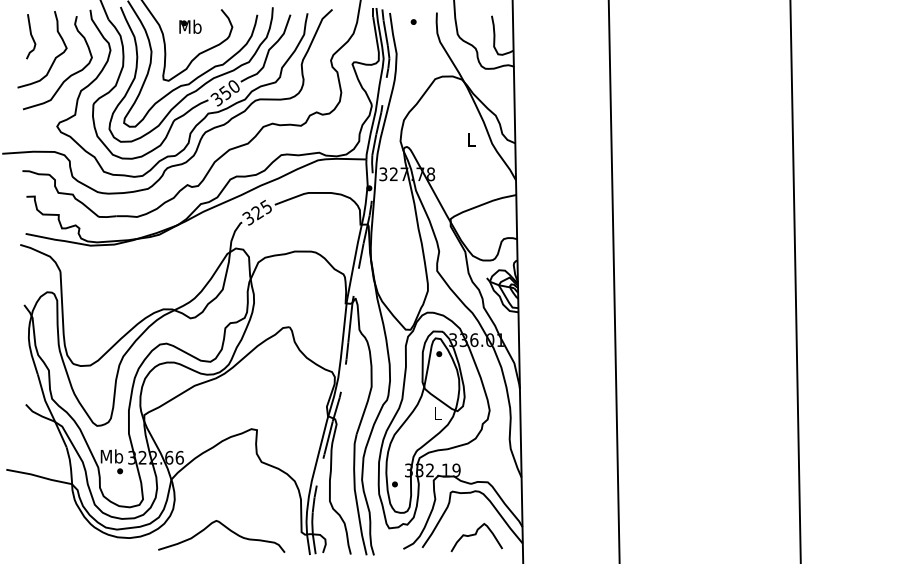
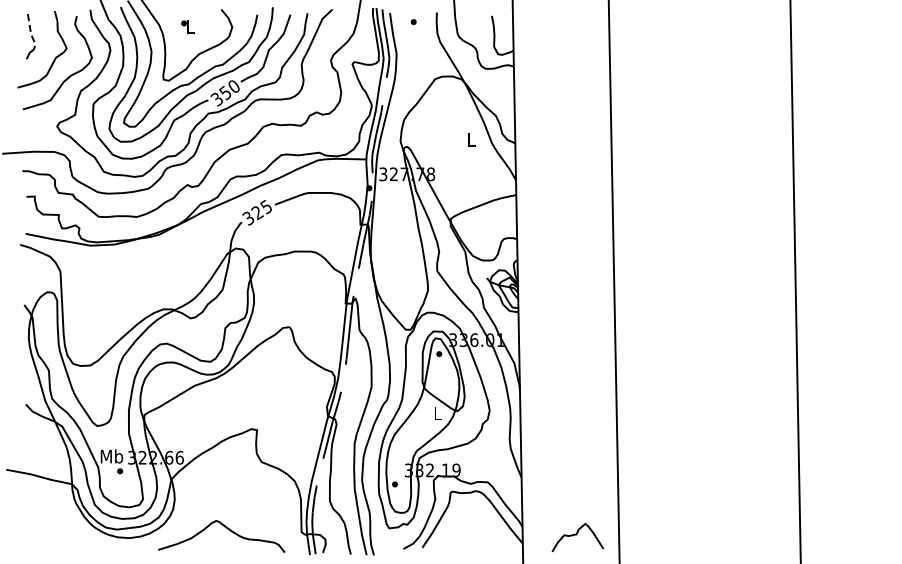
text at (190, 26): Mb -> L
line at (30, 33): solid -> dashed
curve at (475, 535) position: (475, 535) -> (576, 535)
